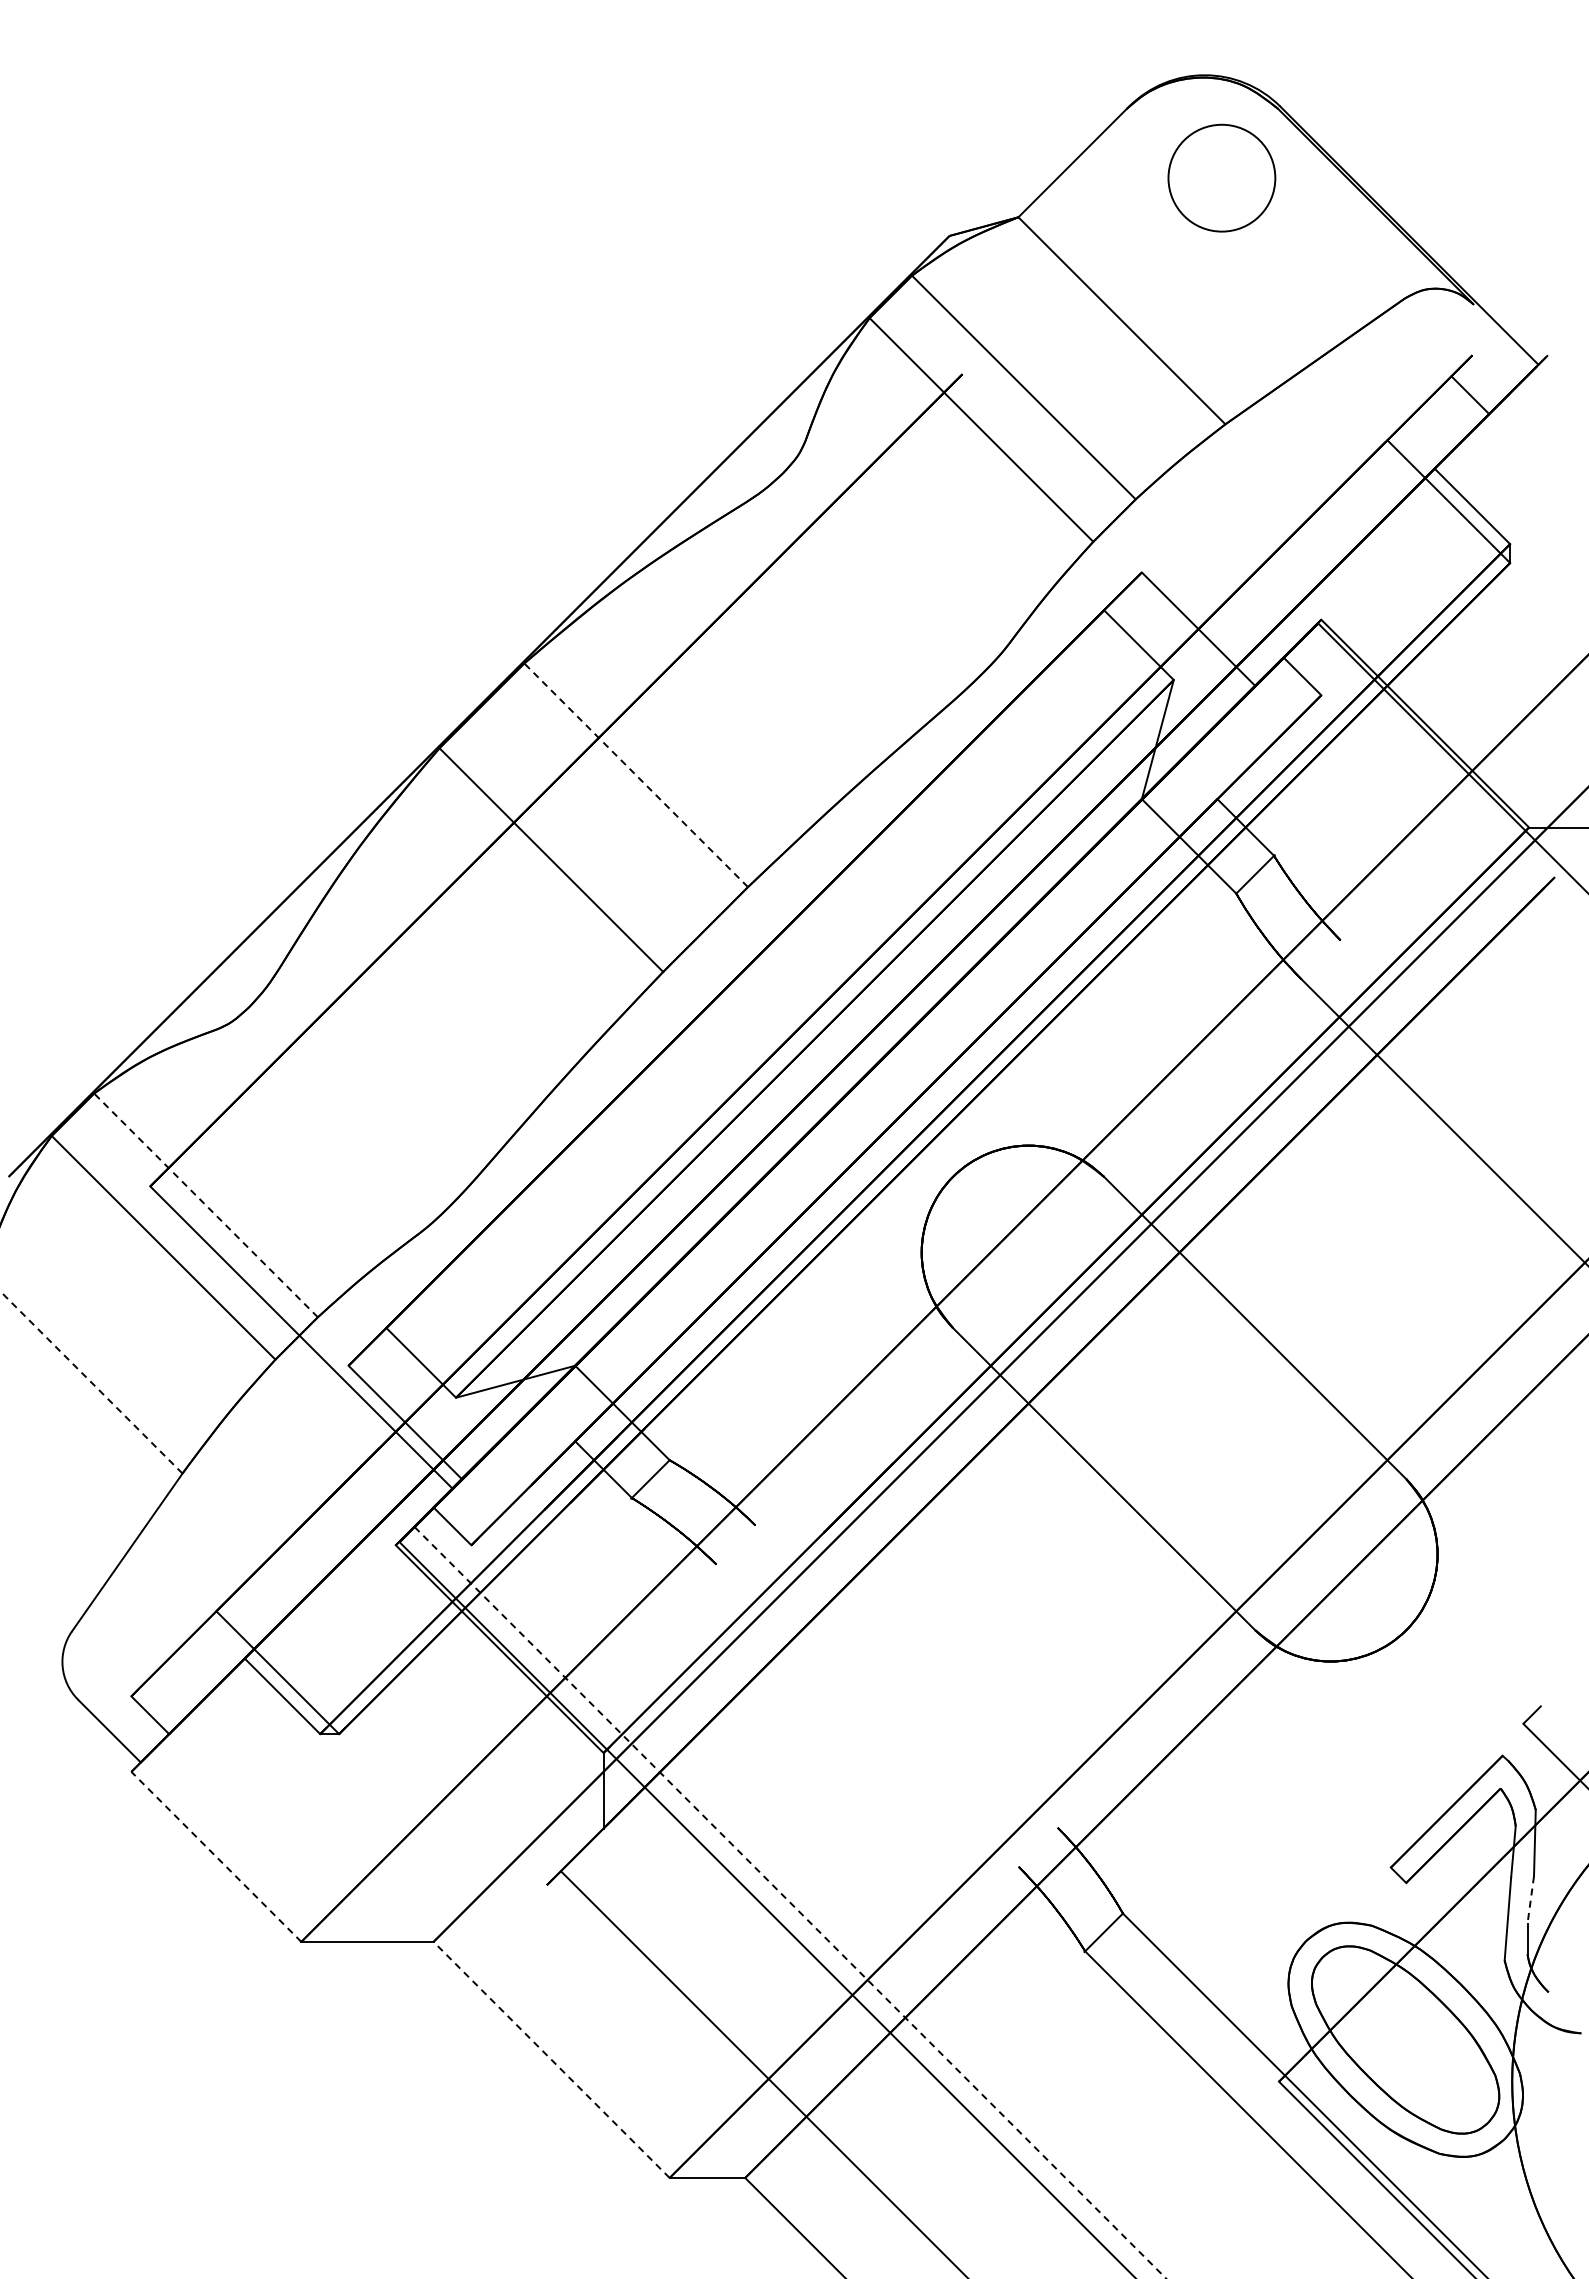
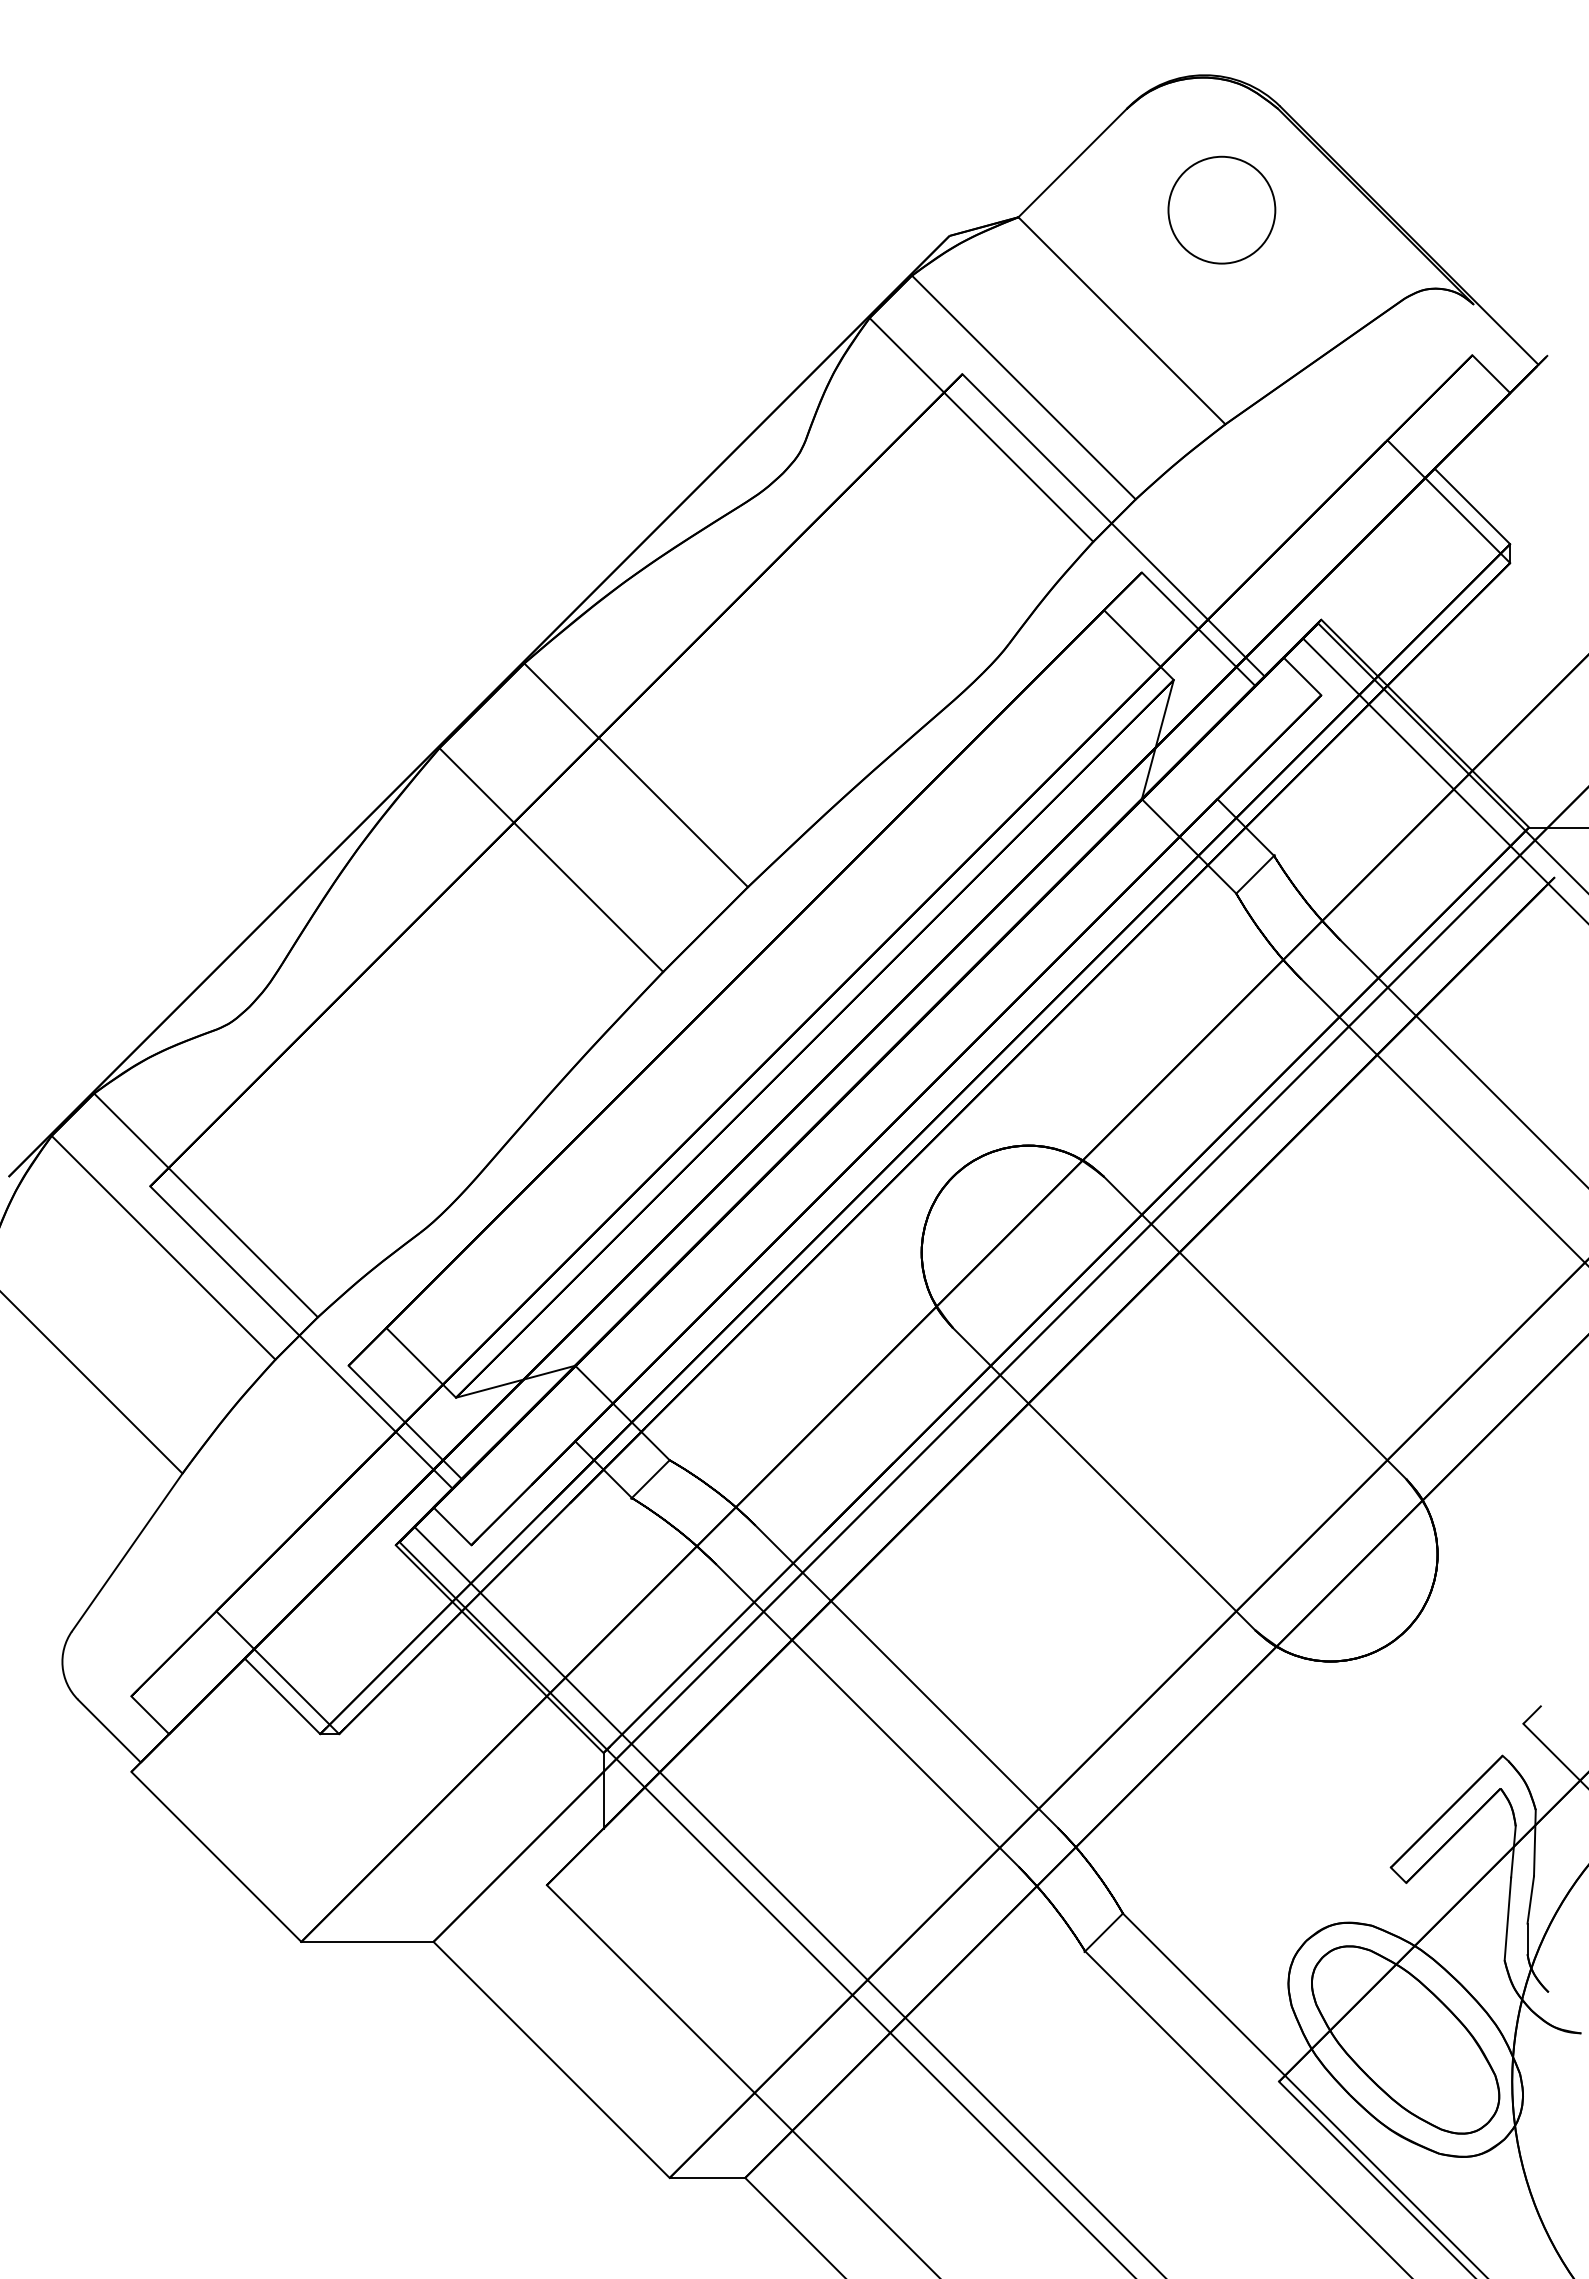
circle at (1221, 177) position: (1221, 177) -> (1221, 209)
line at (1470, 395) position: (1470, 395) -> (1491, 374)
line at (1113, 525): none -> present
line at (635, 774): dashed -> solid
line at (1444, 779): none -> present
line at (1462, 1062): none -> present
line at (205, 1205): dashed -> solid
line at (91, 1382): dashed -> solid
line at (906, 1676): none -> present
line at (867, 1715): none -> present
line at (216, 1856): dashed -> solid
line at (1530, 1899): dashed -> solid
line at (790, 1902): dashed -> solid
line at (551, 2059): dashed -> solid
line at (762, 2073) position: (762, 2073) -> (741, 2080)
